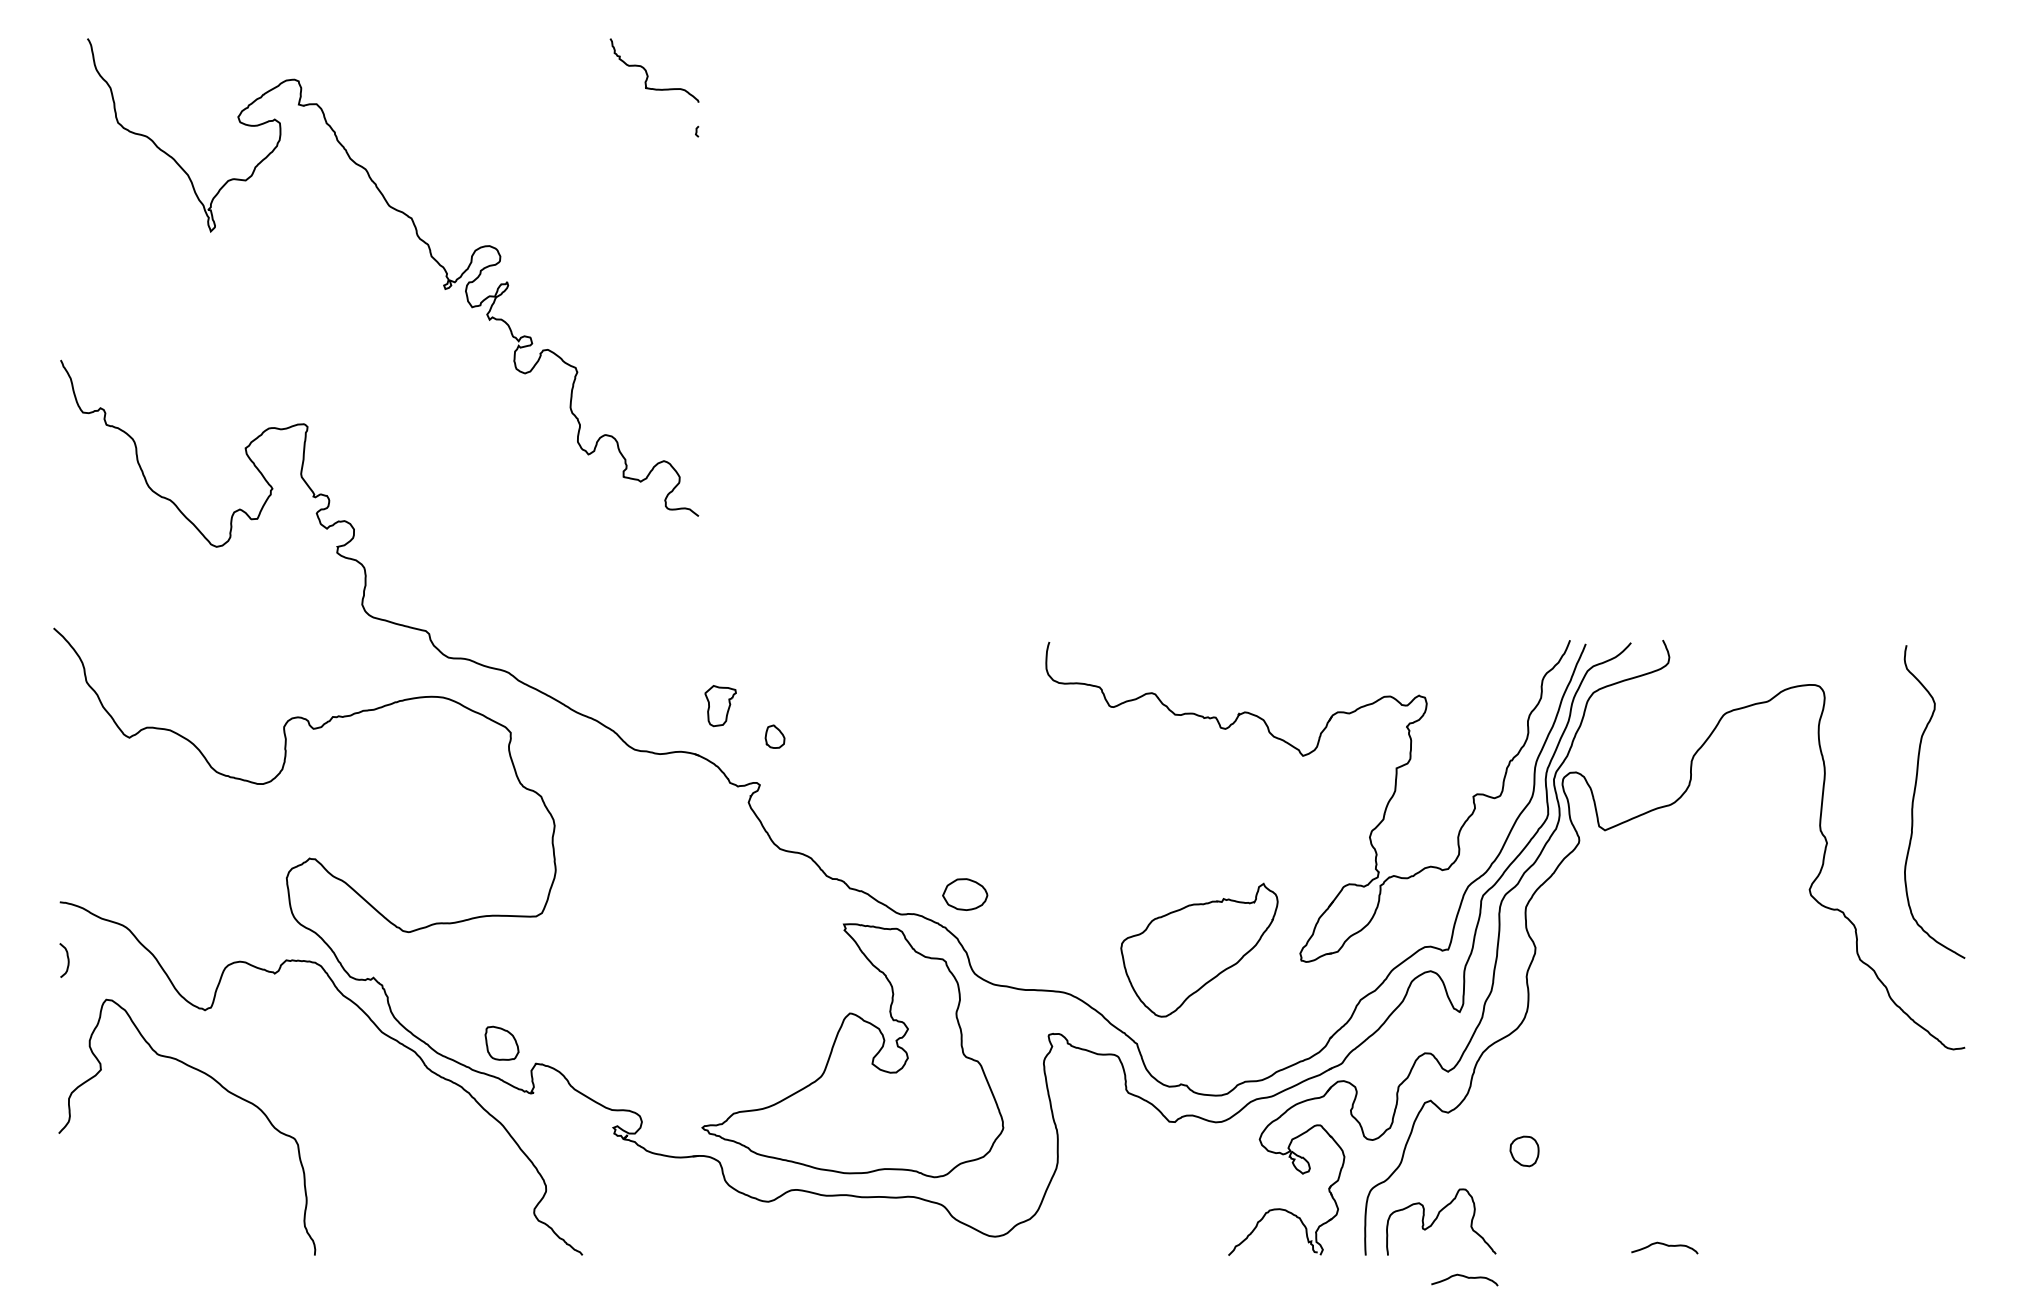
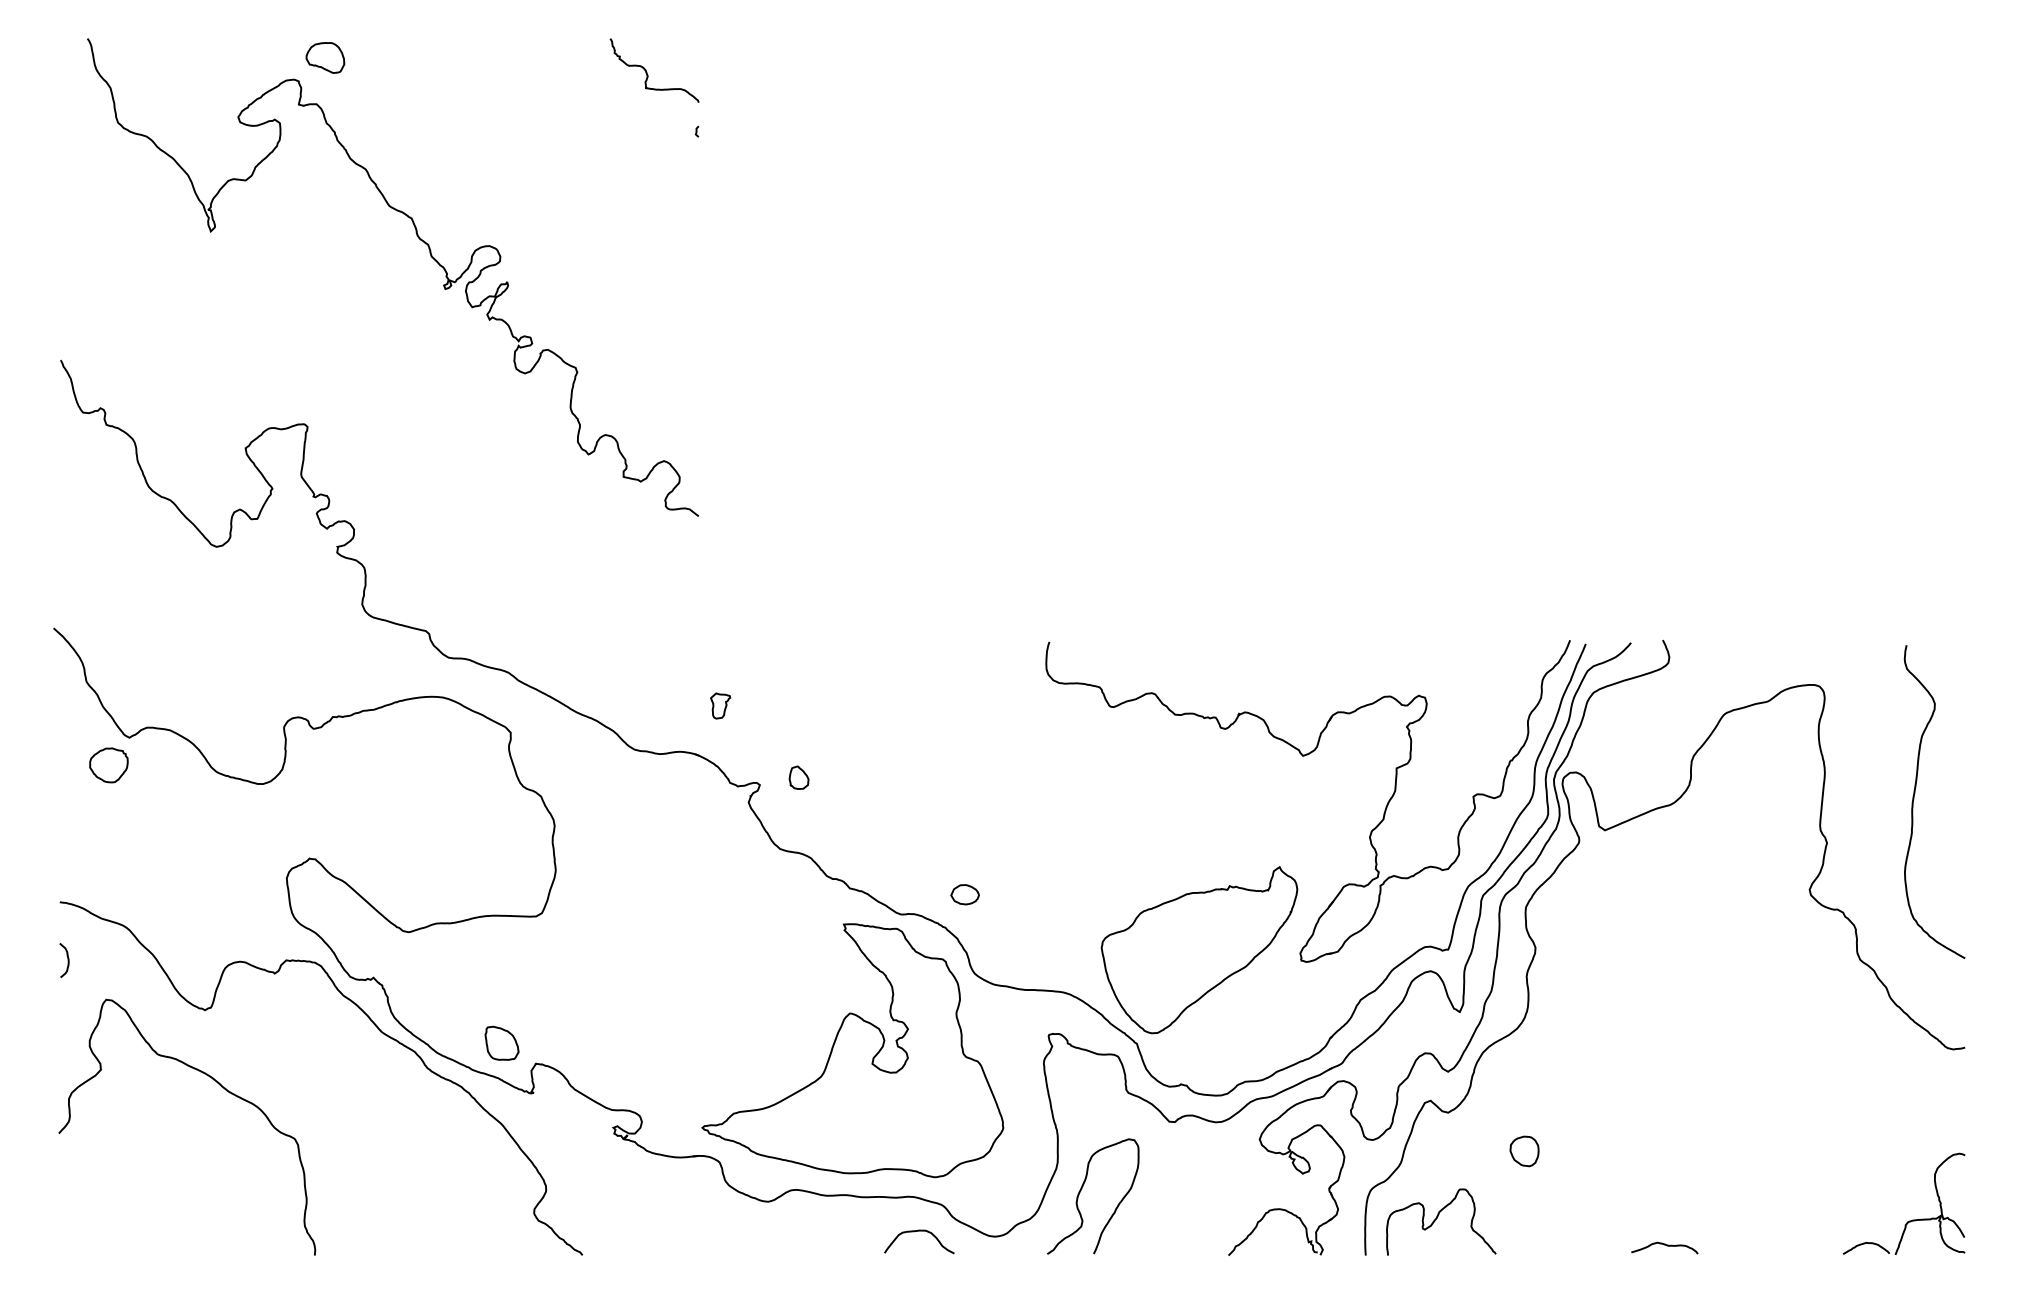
part at (325, 57): none -> present
part at (720, 706) size: 33x43 px -> 21x28 px
part at (774, 736) position: (774, 736) -> (798, 777)
part at (108, 765): none -> present
part at (965, 894) size: 47x33 px -> 30x22 px
part at (1199, 949) size: 159x136 px -> 199x169 px
curve at (1081, 1190): none -> present
part at (1909, 1220): none -> present
curve at (919, 1231): none -> present
curve at (1464, 1277): present -> none
